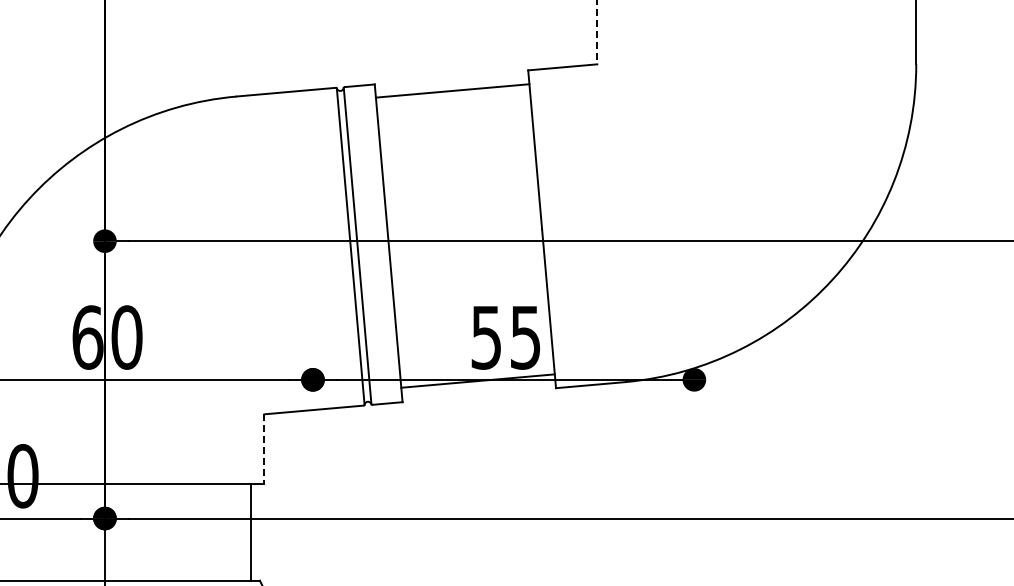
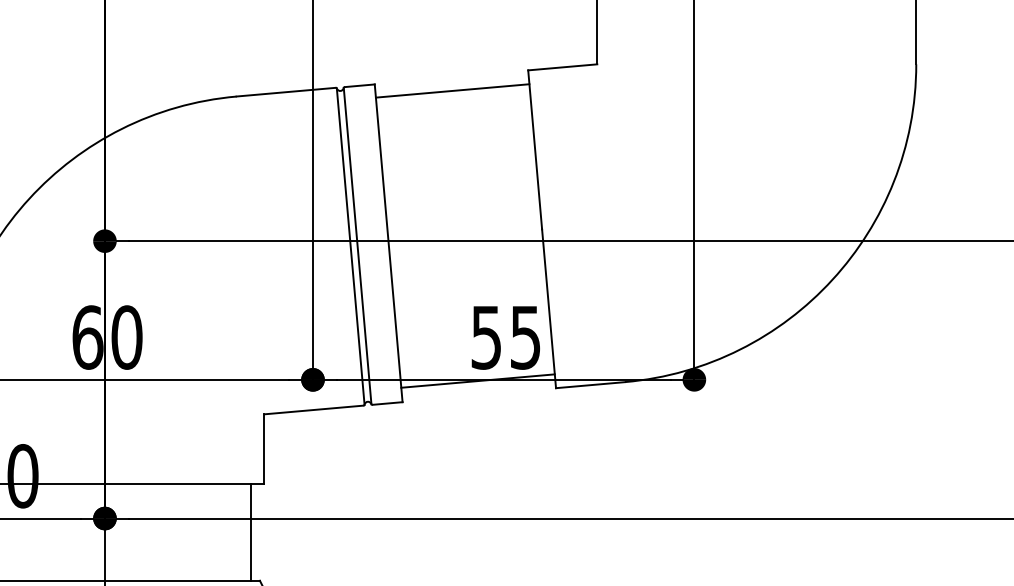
line at (597, 32): dashed -> solid
line at (312, 194): none -> present
line at (694, 194): none -> present
line at (264, 448): dashed -> solid
